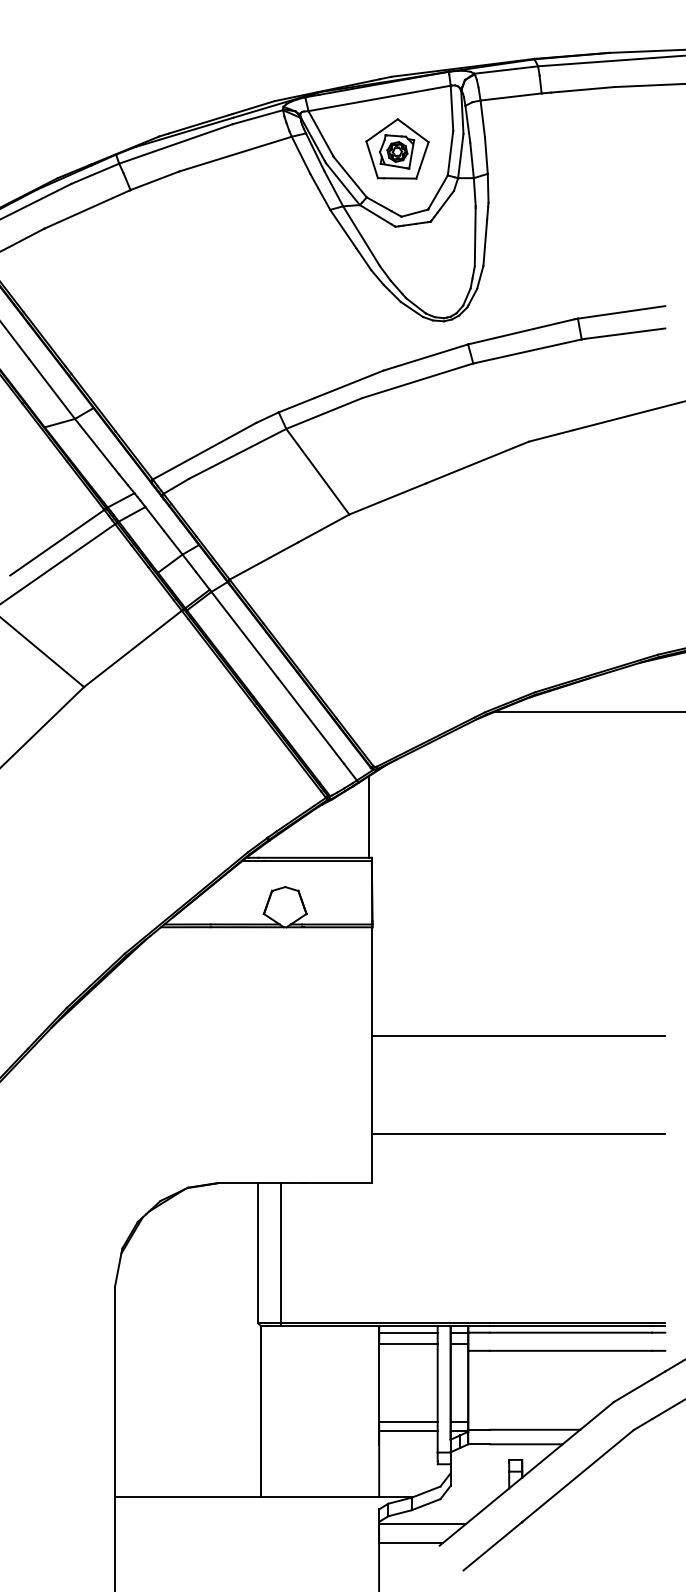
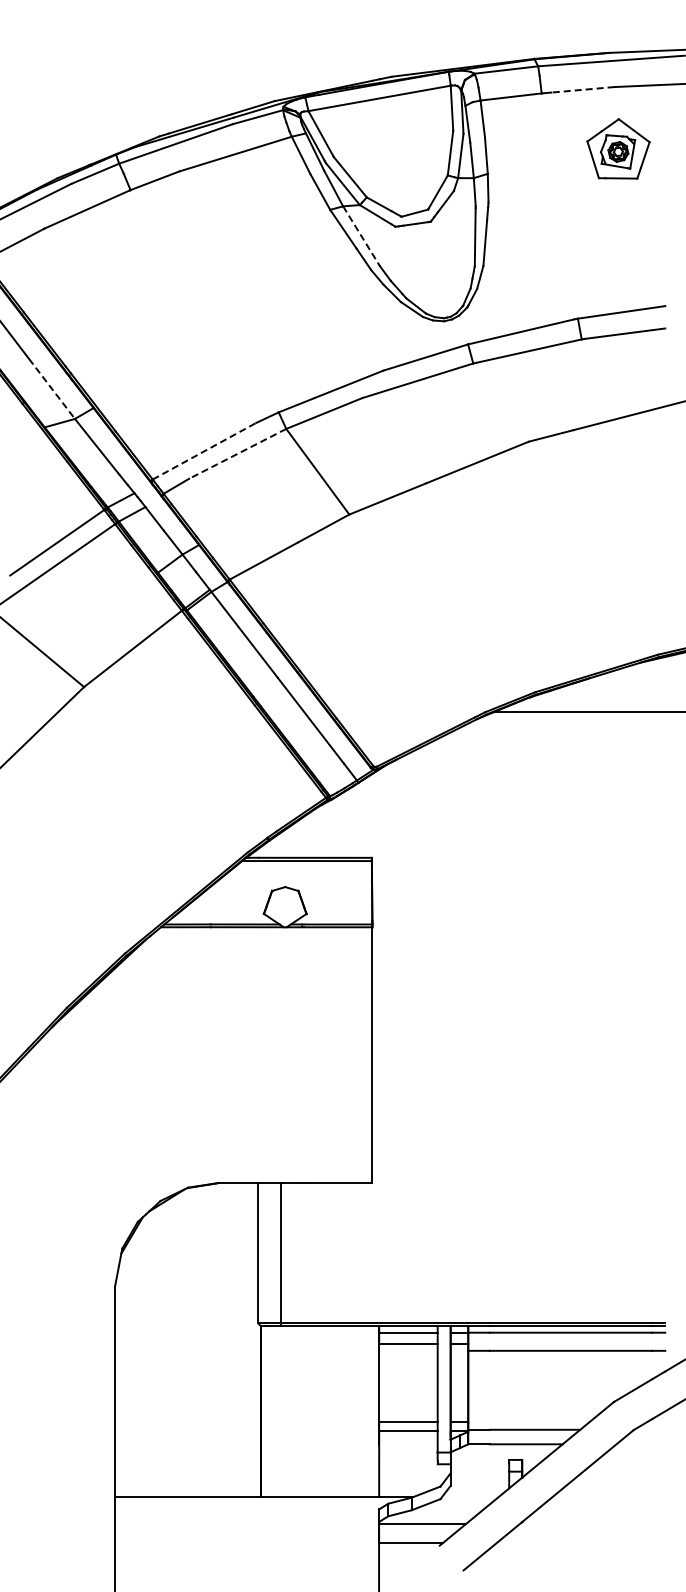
line at (582, 89): solid -> dashed
part at (397, 148) position: (397, 148) -> (618, 148)
line at (361, 236): solid -> dashed
line at (52, 388): solid -> dashed
line at (204, 450): solid -> dashed
line at (237, 453): solid -> dashed
line at (368, 816): present -> none
line at (518, 1035): present -> none
line at (518, 1133): present -> none
